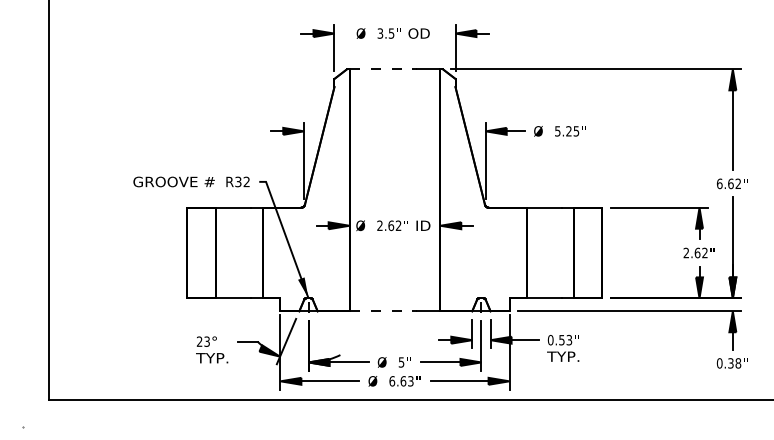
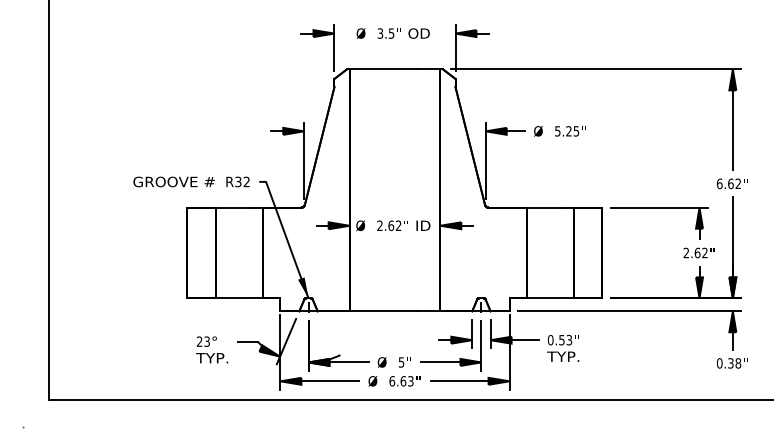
line at (383, 69): dashed -> solid
line at (383, 311): dashed -> solid
